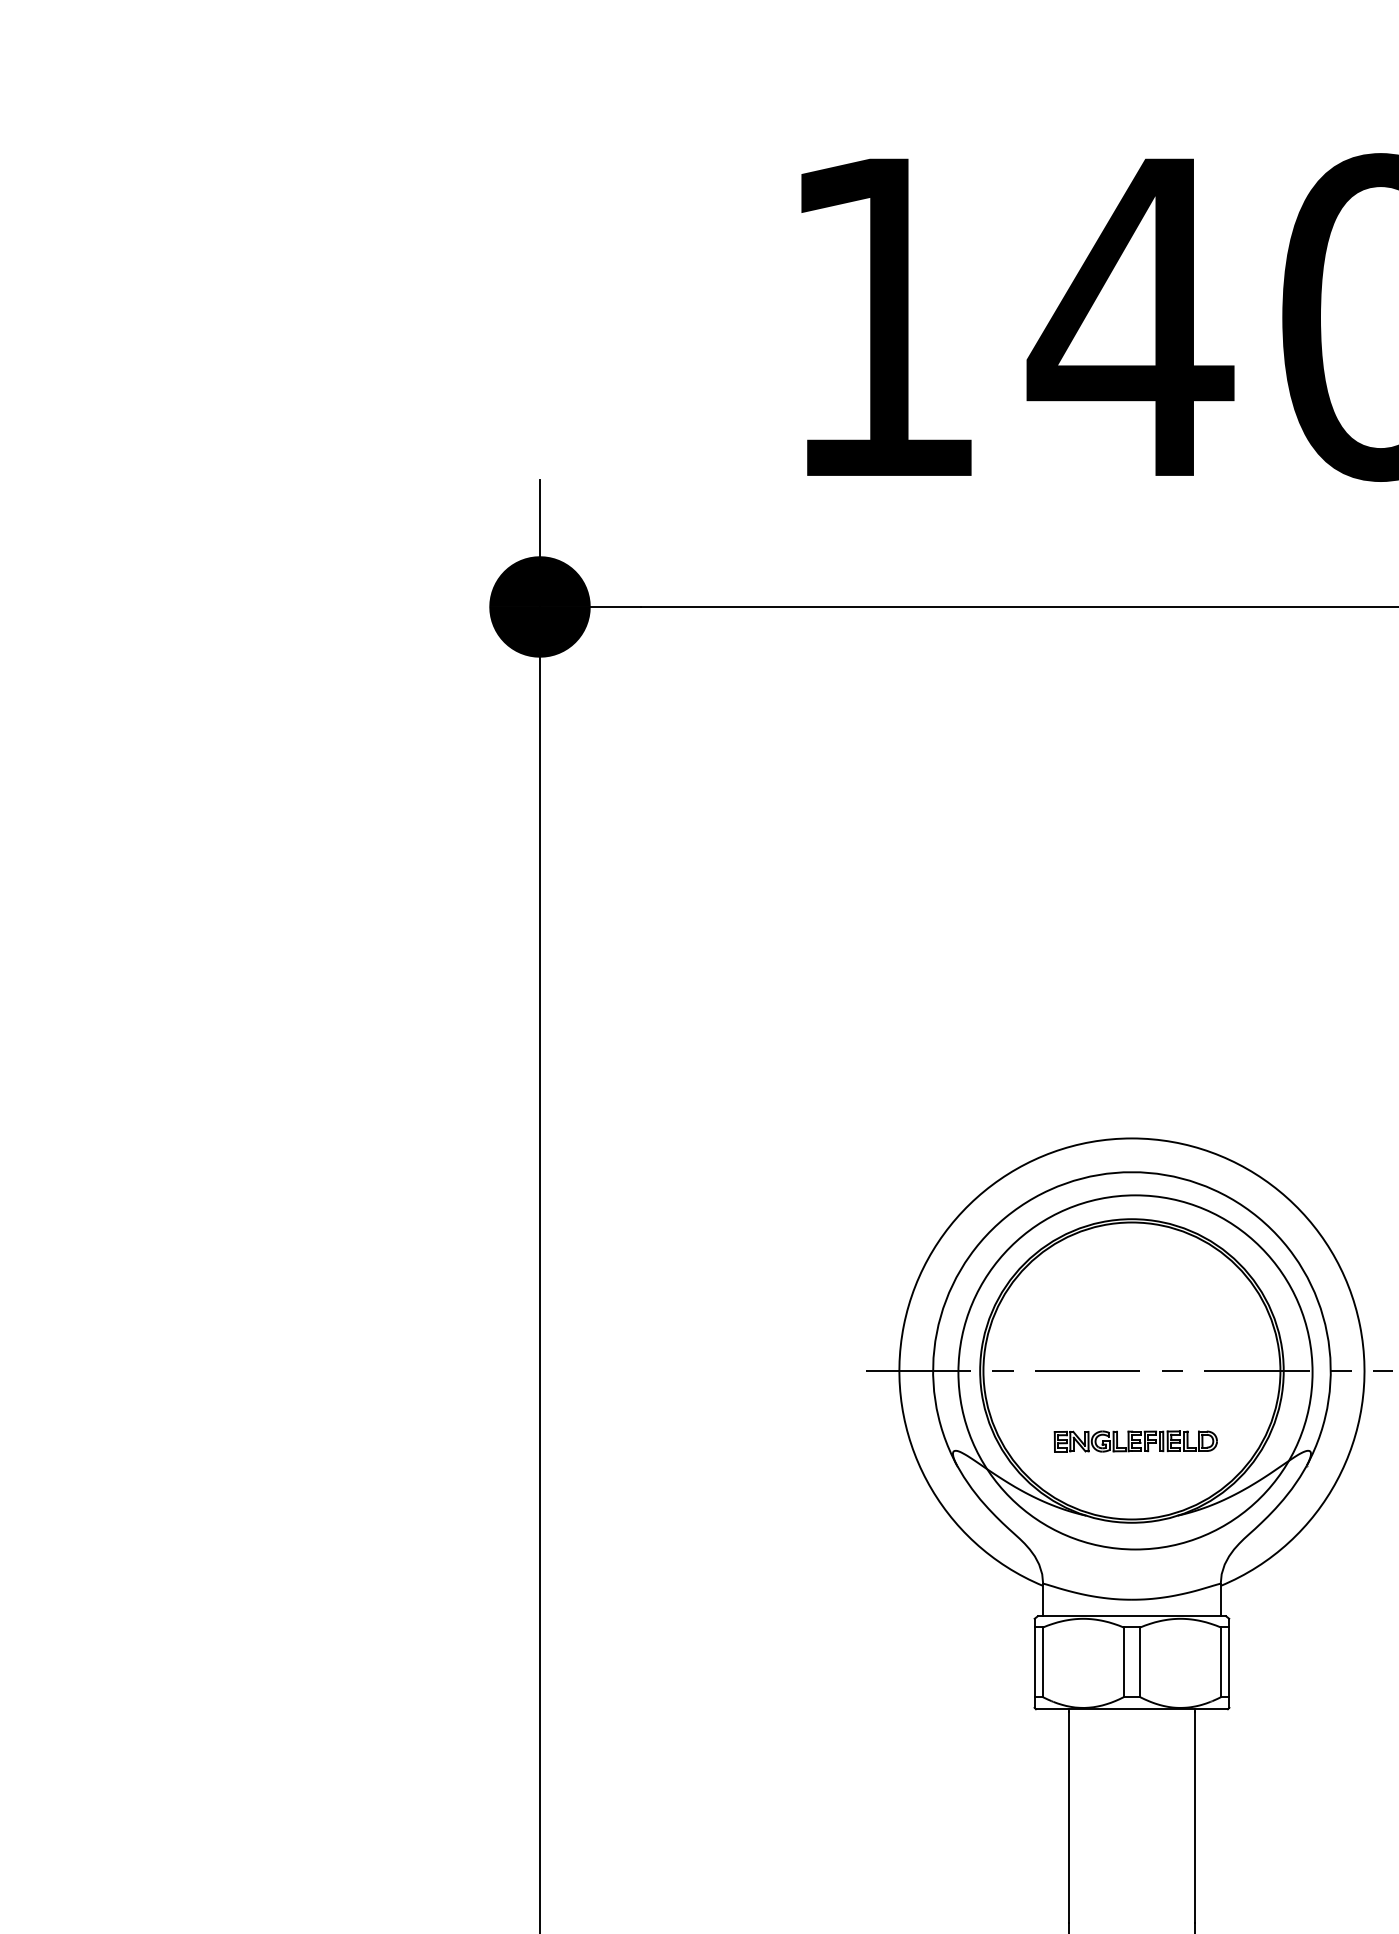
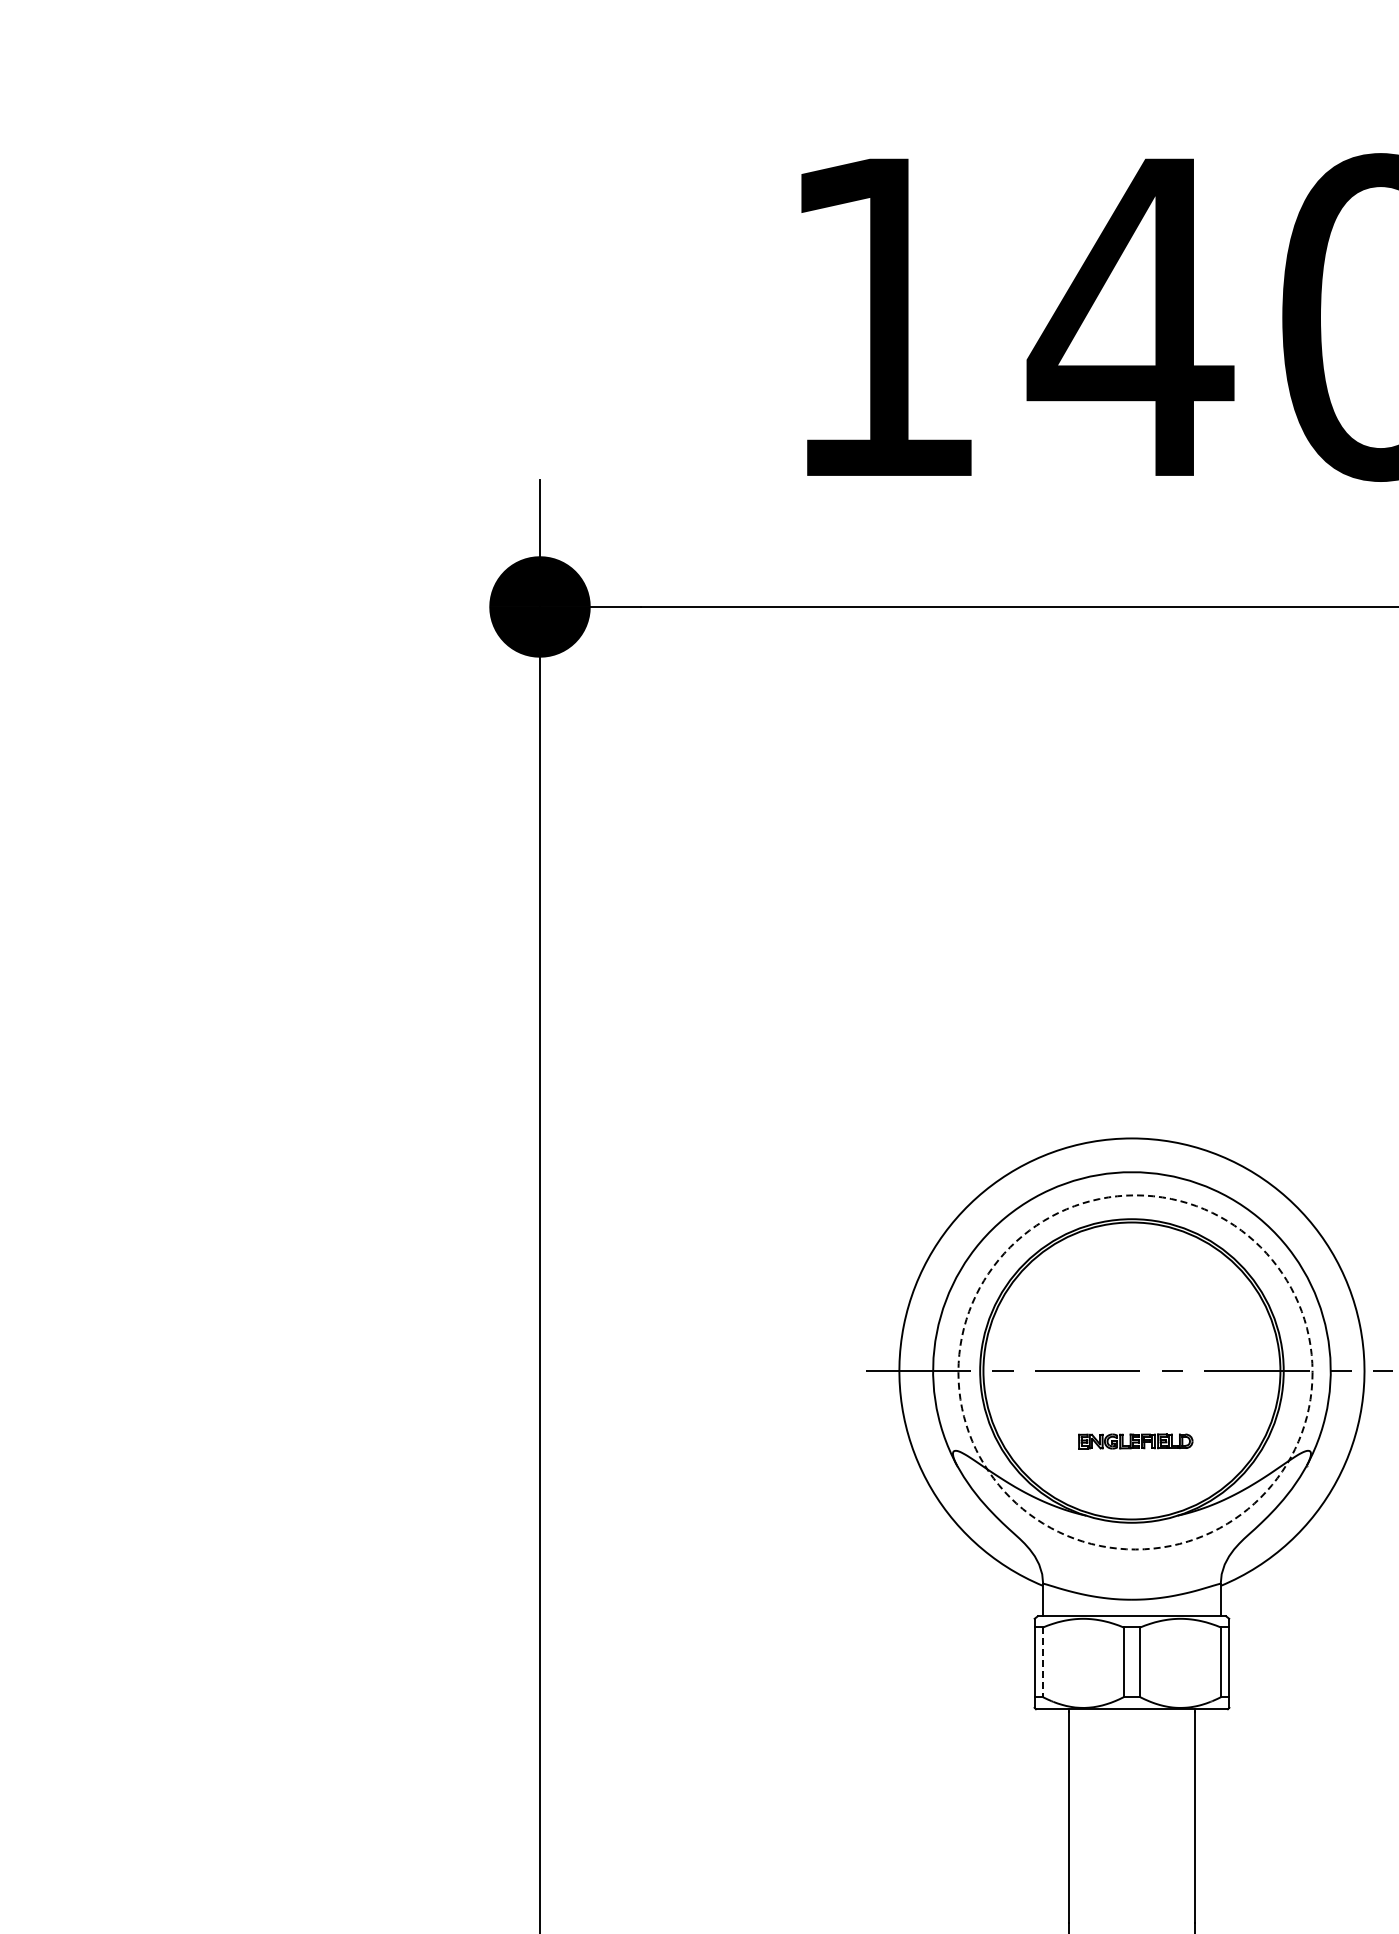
circle at (1135, 1372): solid -> dashed
part at (1135, 1441) size: 165x23 px -> 116x17 px
line at (1043, 1662): solid -> dashed
